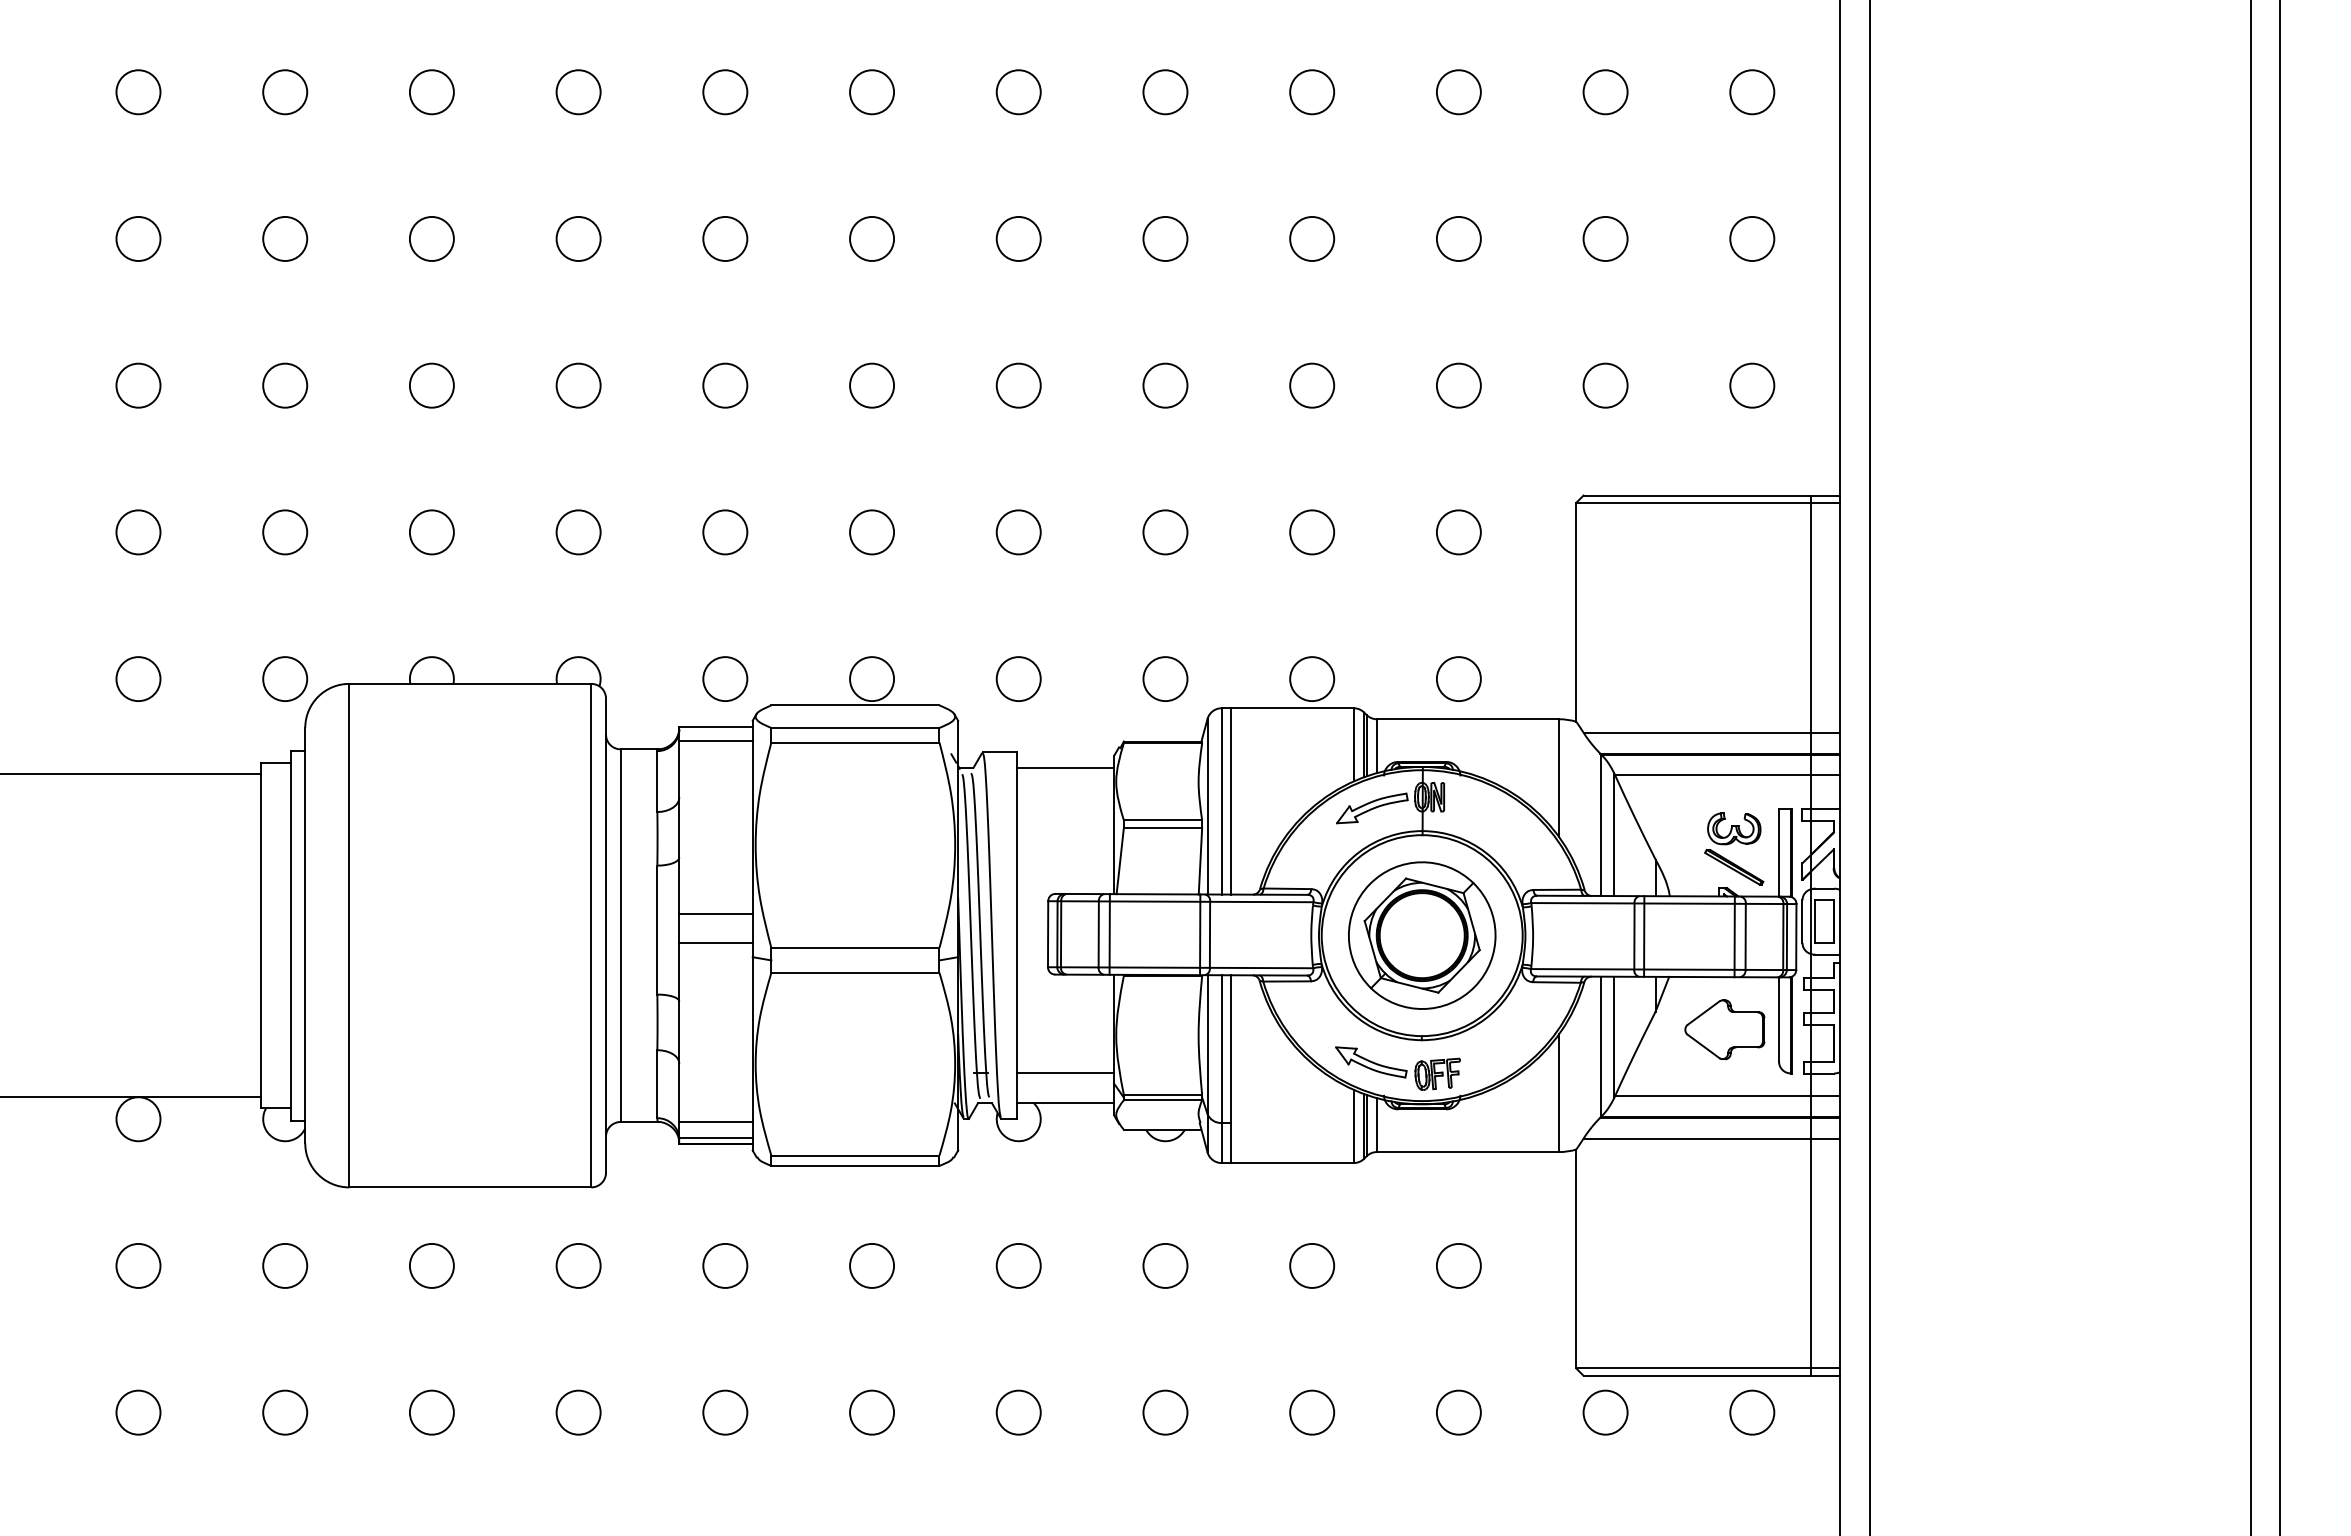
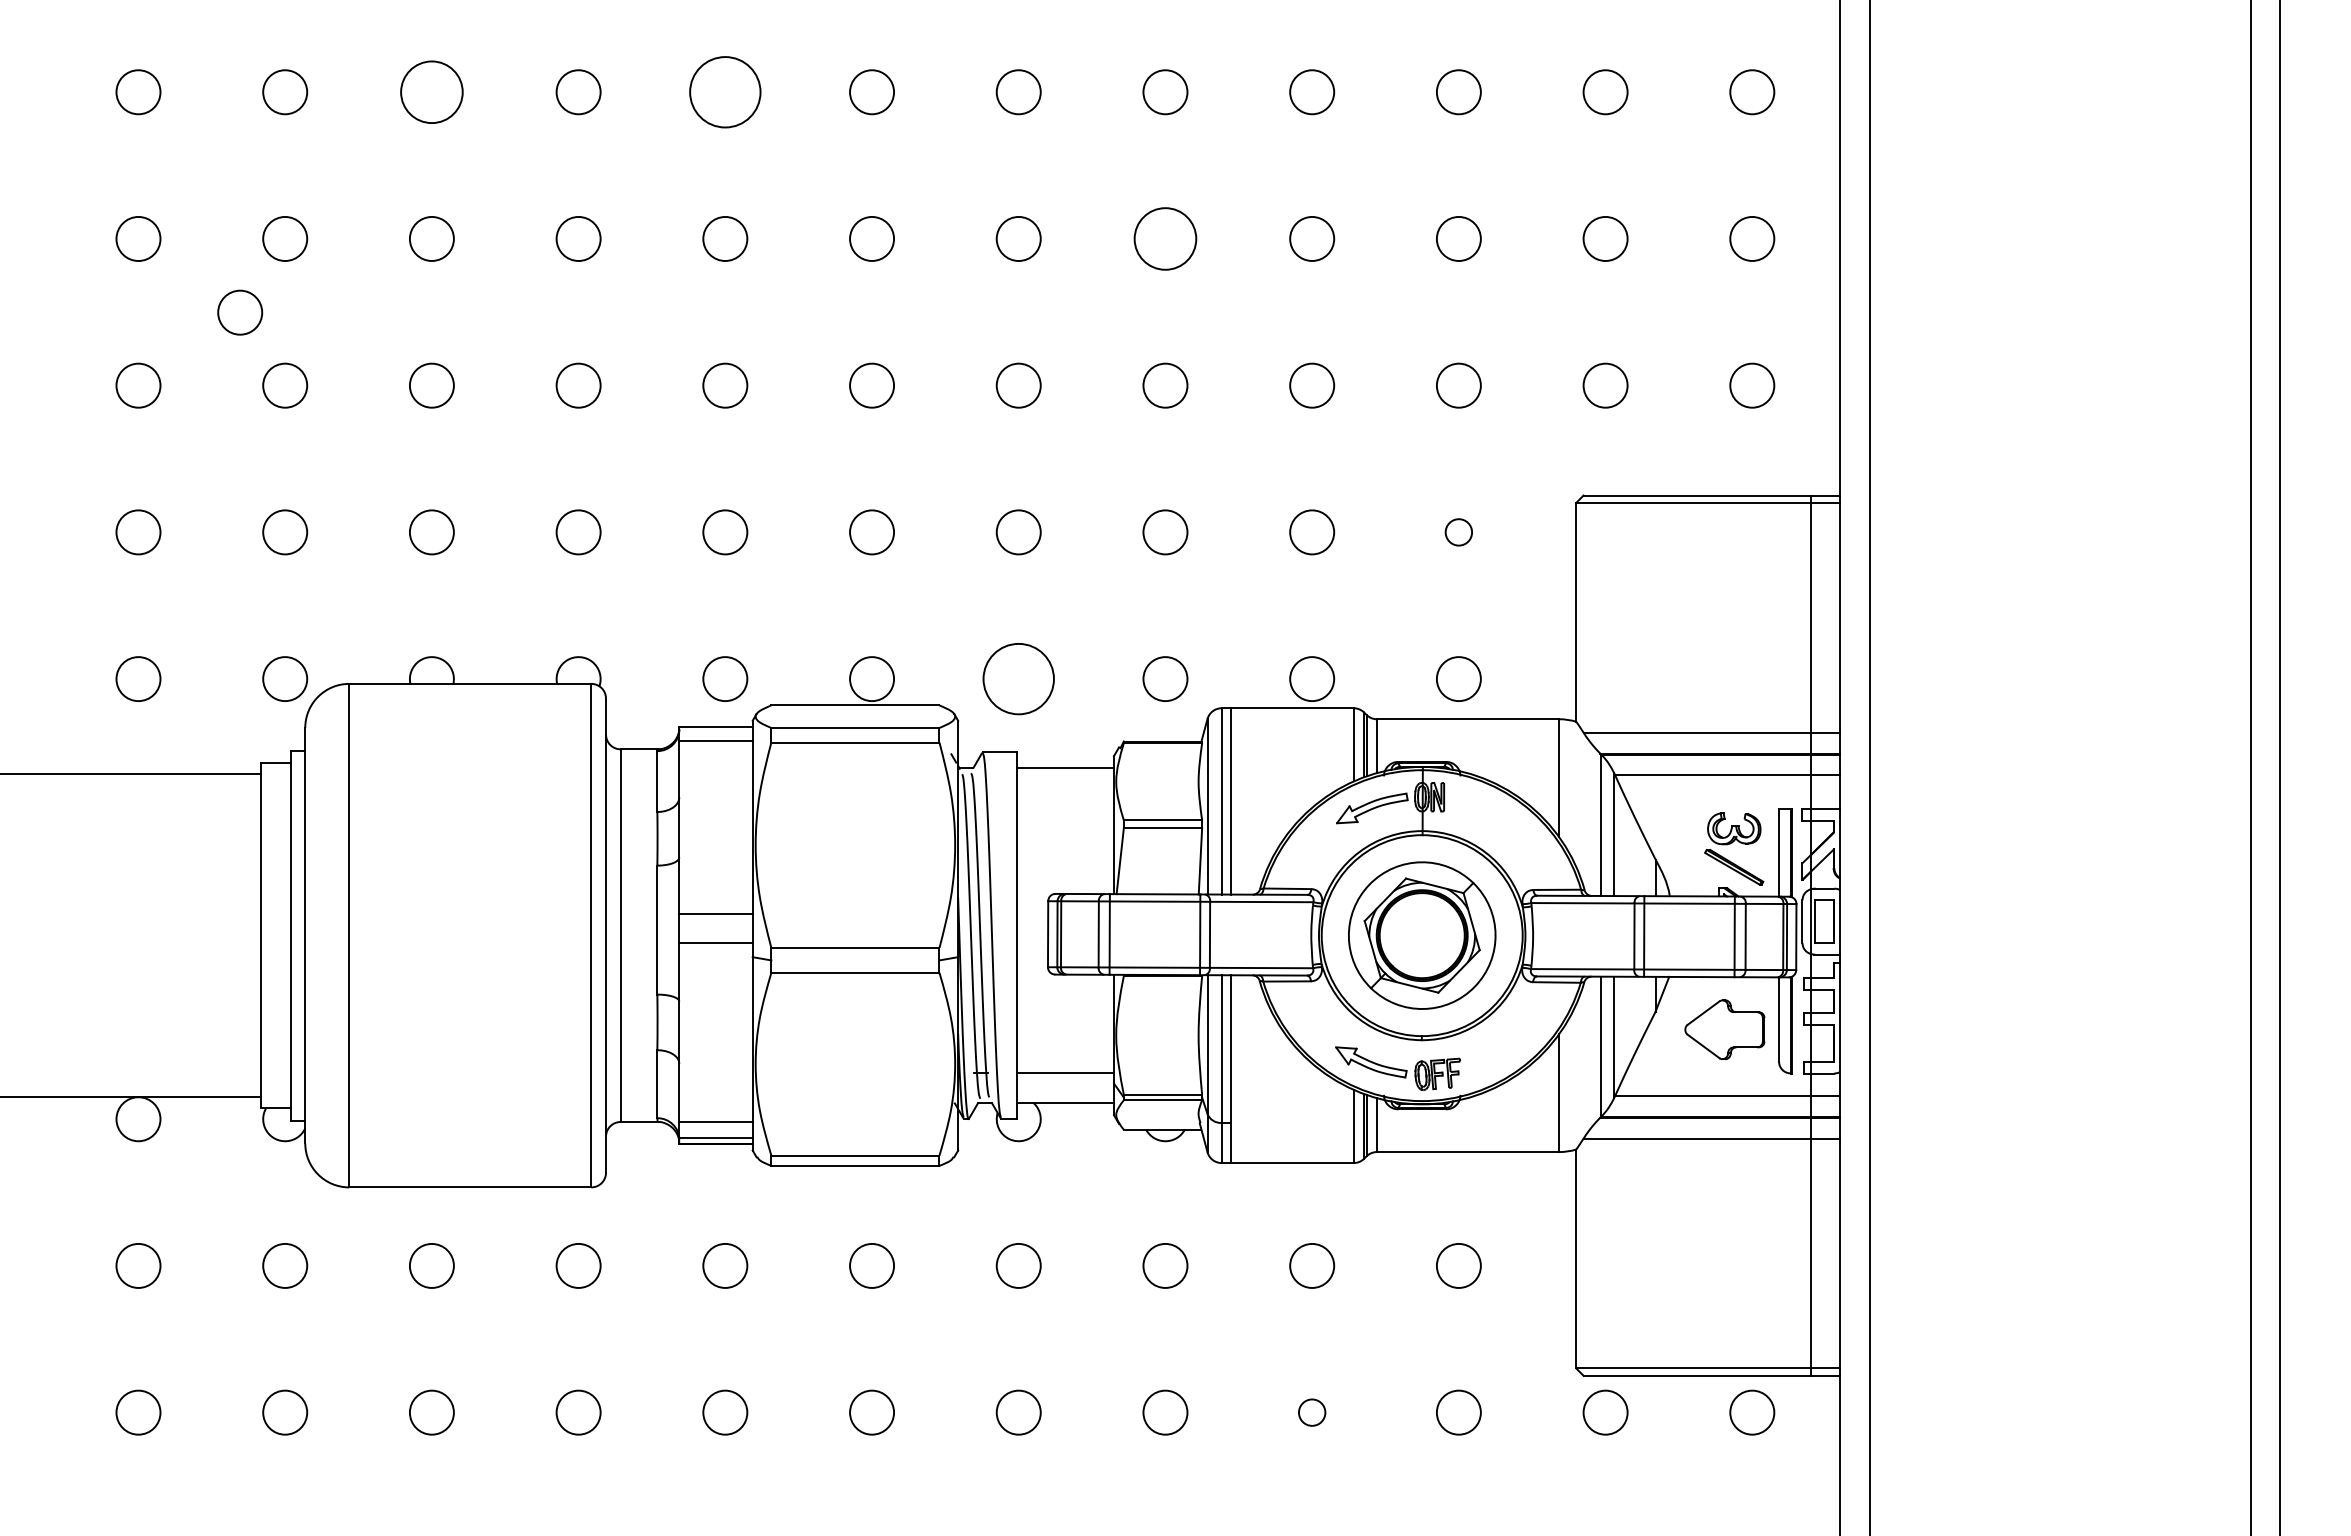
circle at (431, 92) diameter: 44 px -> 62 px
circle at (725, 92) diameter: 44 px -> 70 px
circle at (1165, 238) diameter: 44 px -> 62 px
circle at (240, 312): none -> present
circle at (1458, 532) diameter: 44 px -> 26 px
circle at (1018, 679) diameter: 44 px -> 70 px
circle at (1312, 1412) diameter: 44 px -> 26 px
